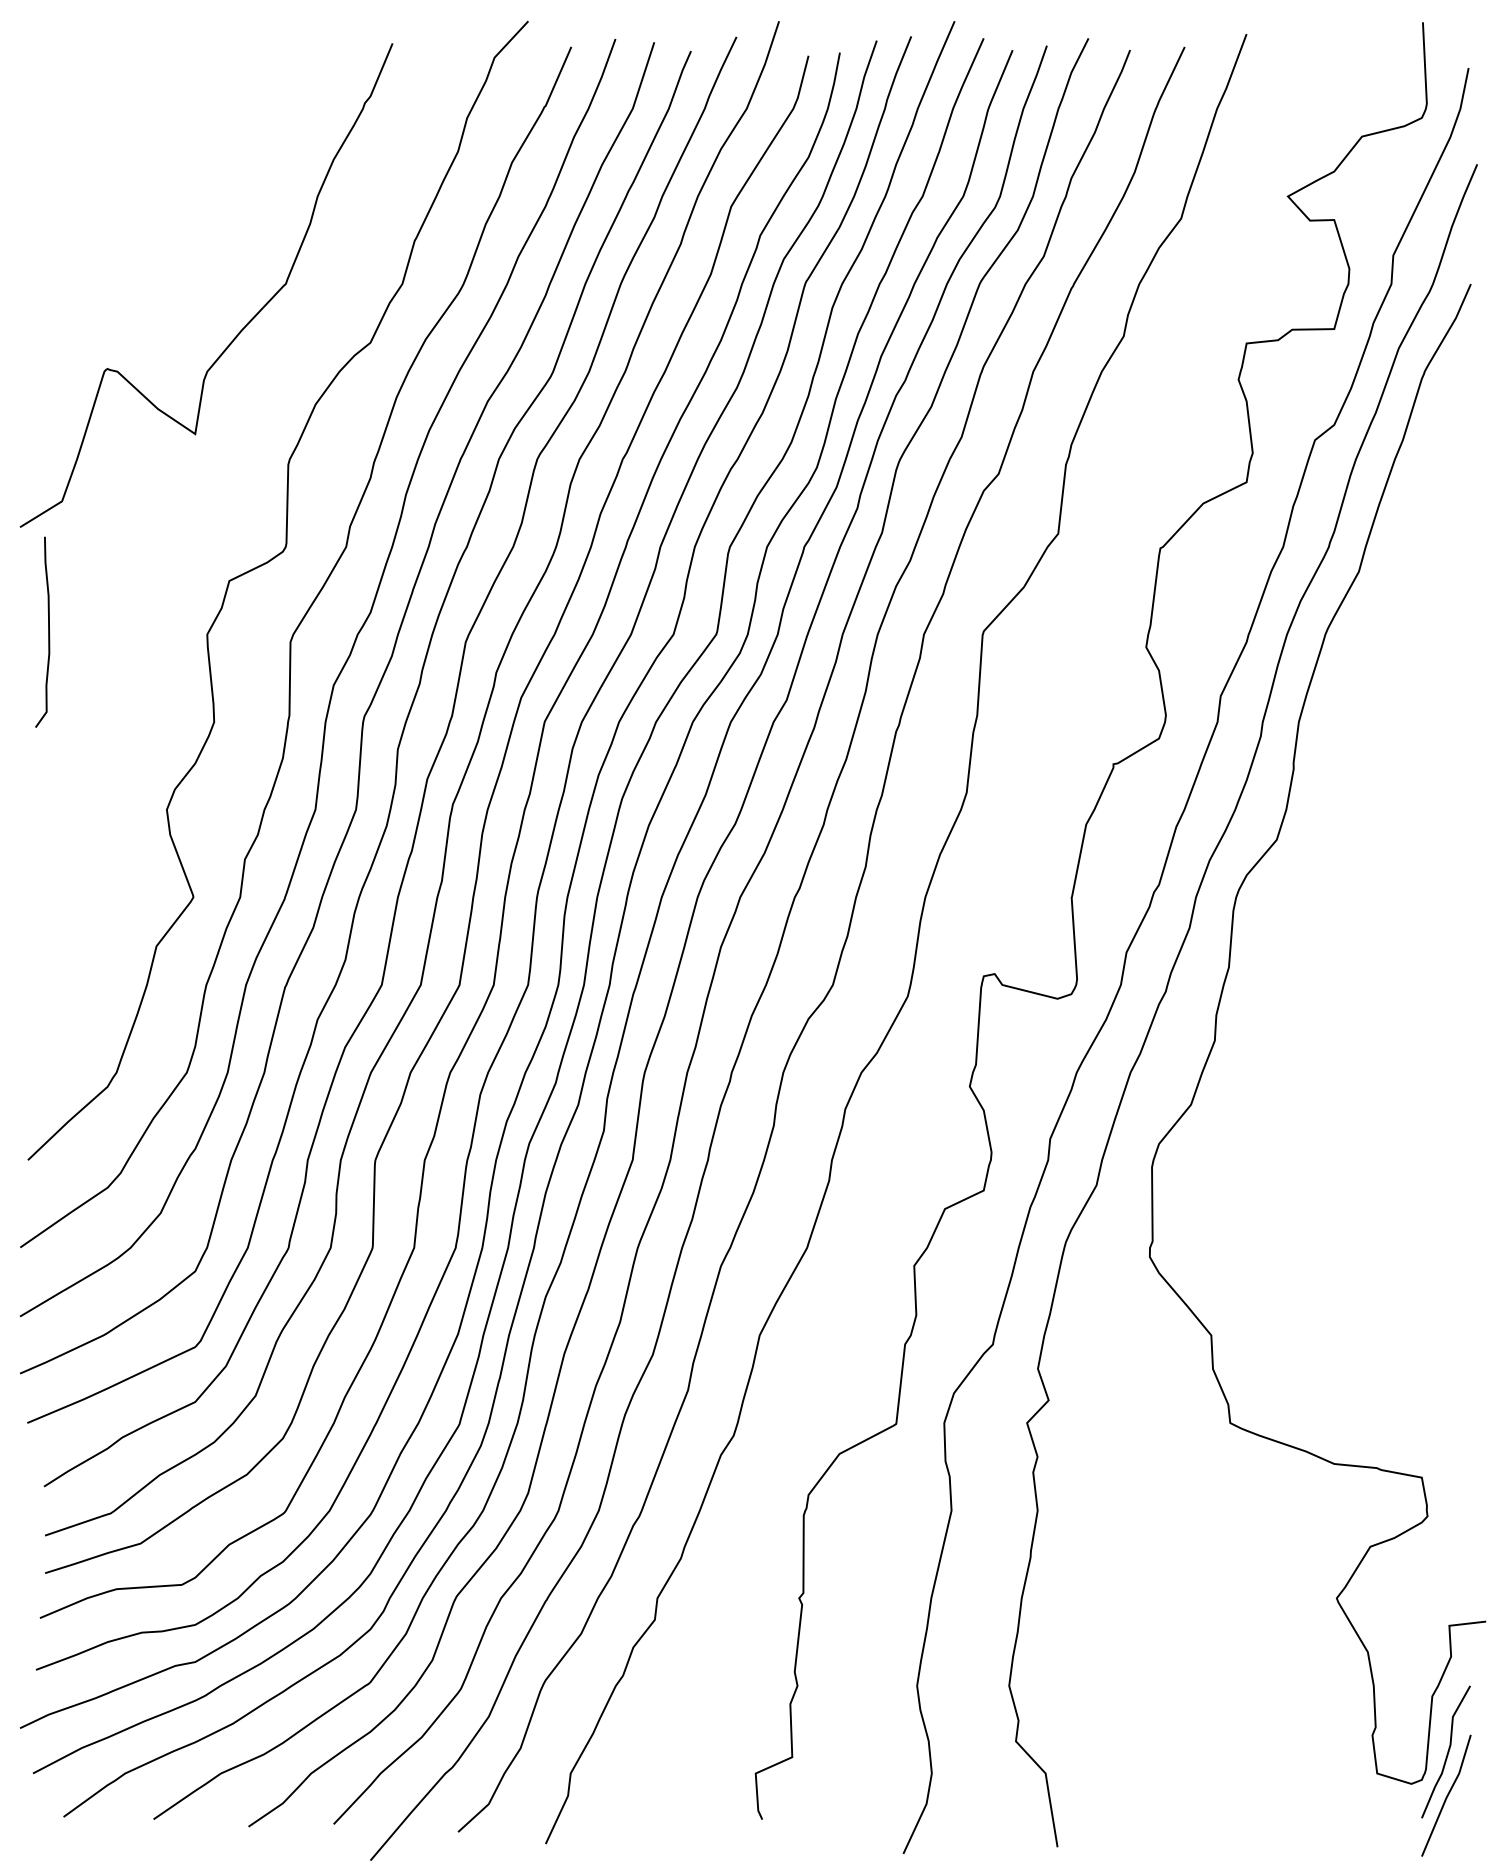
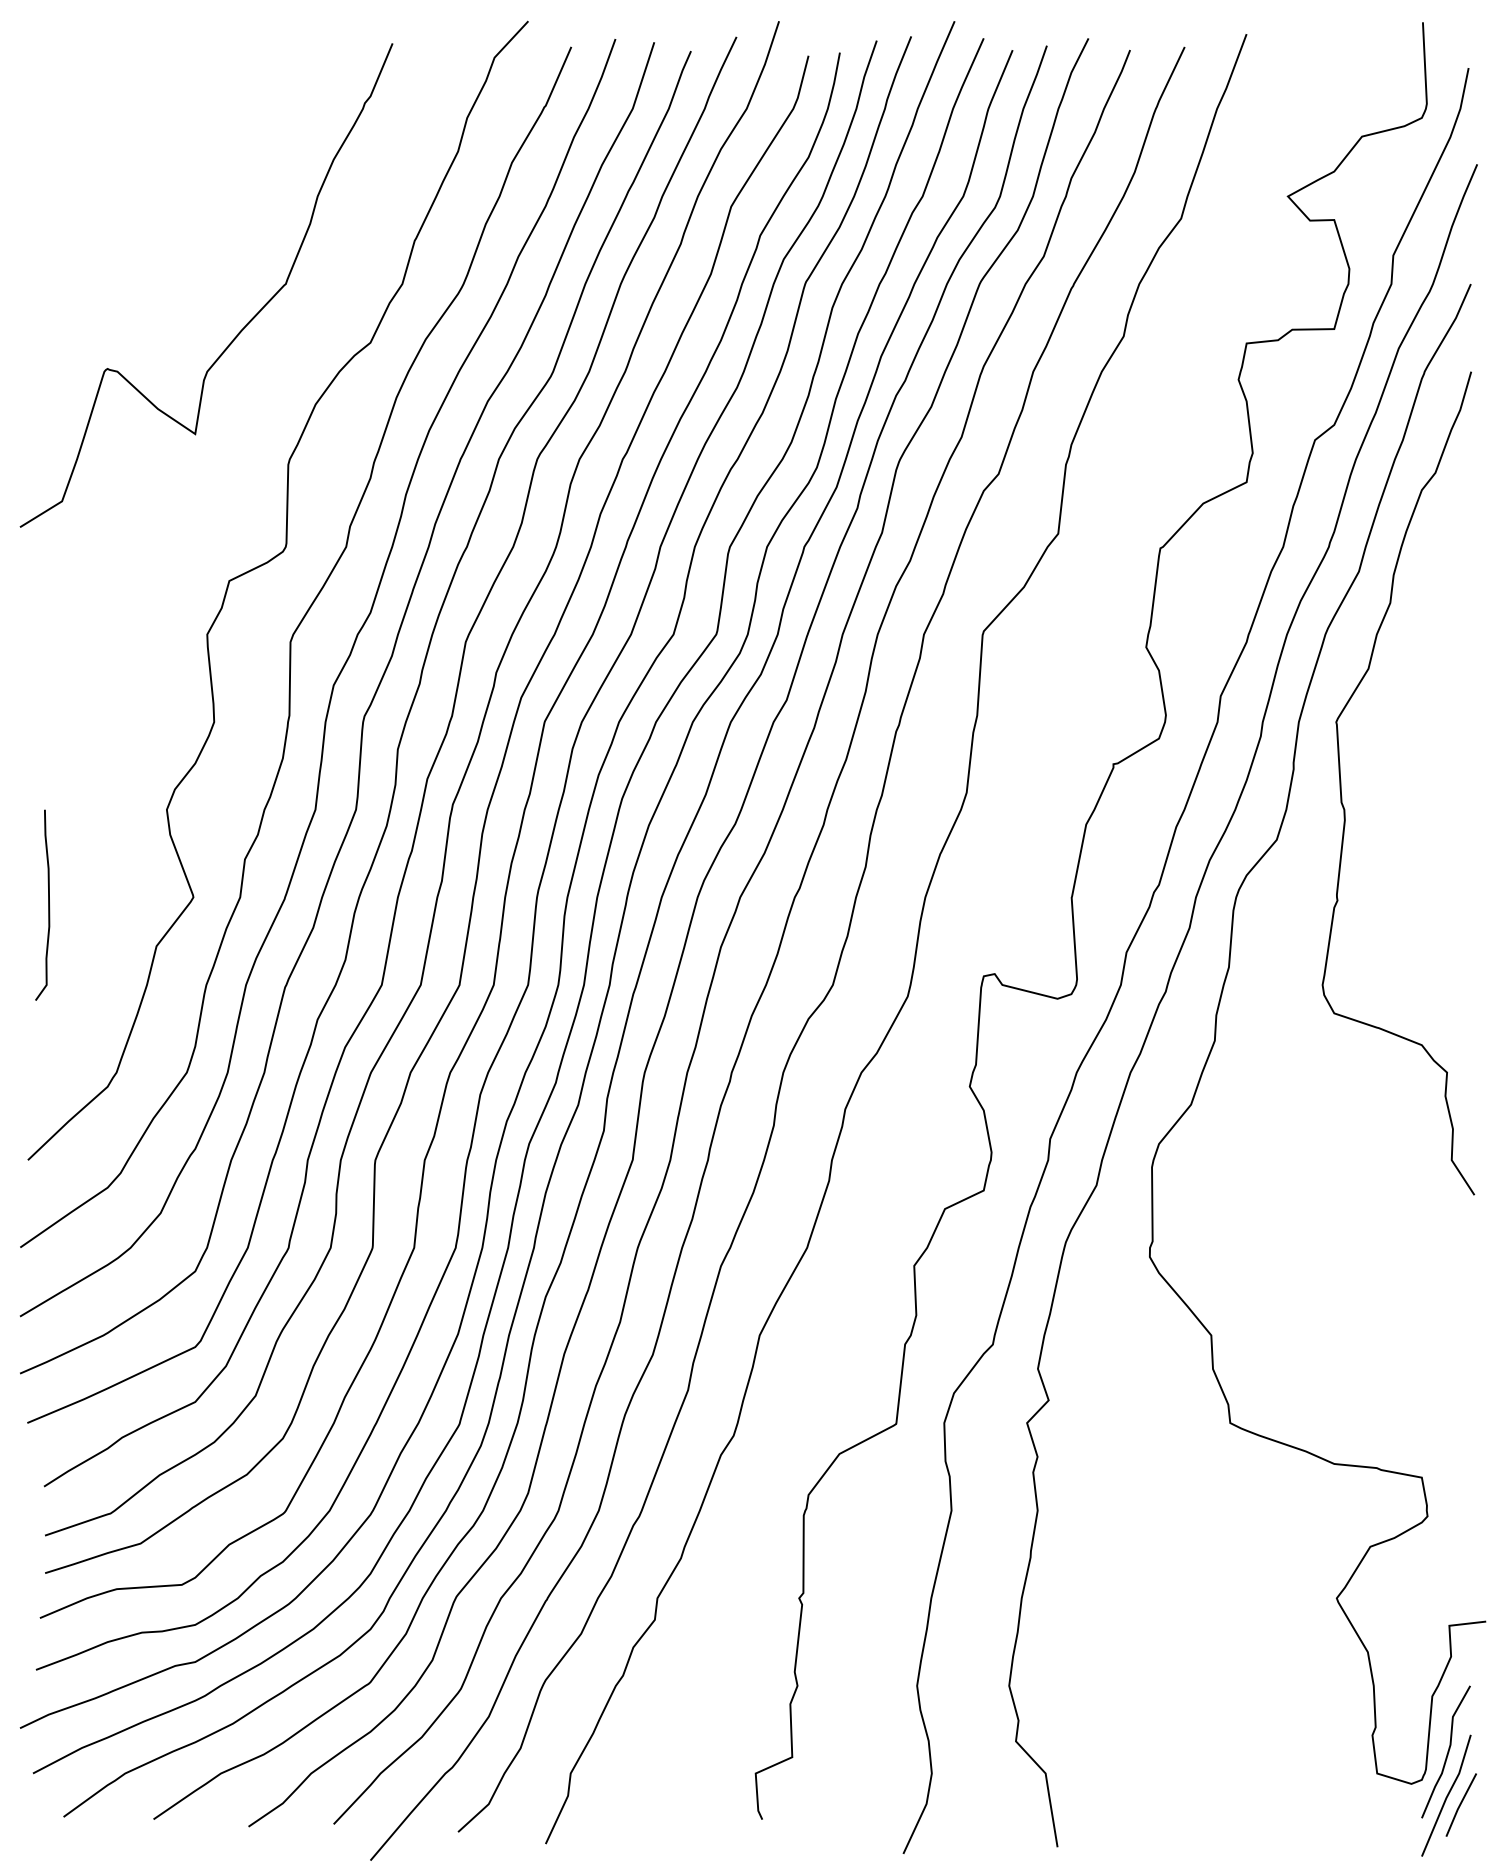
curve at (48, 631) position: (48, 631) -> (48, 904)
curve at (1341, 783): none -> present
line at (1460, 1804): none -> present
